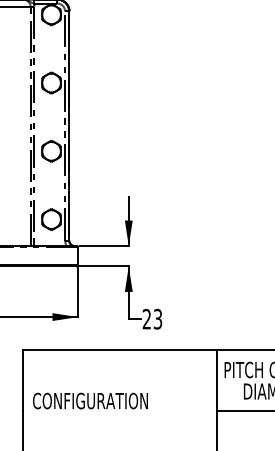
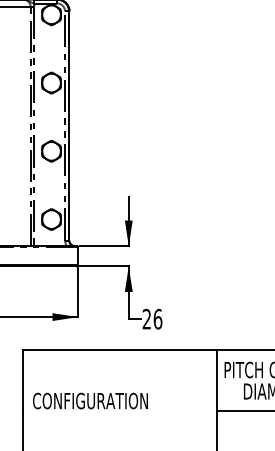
text at (157, 318): 23 -> 26
